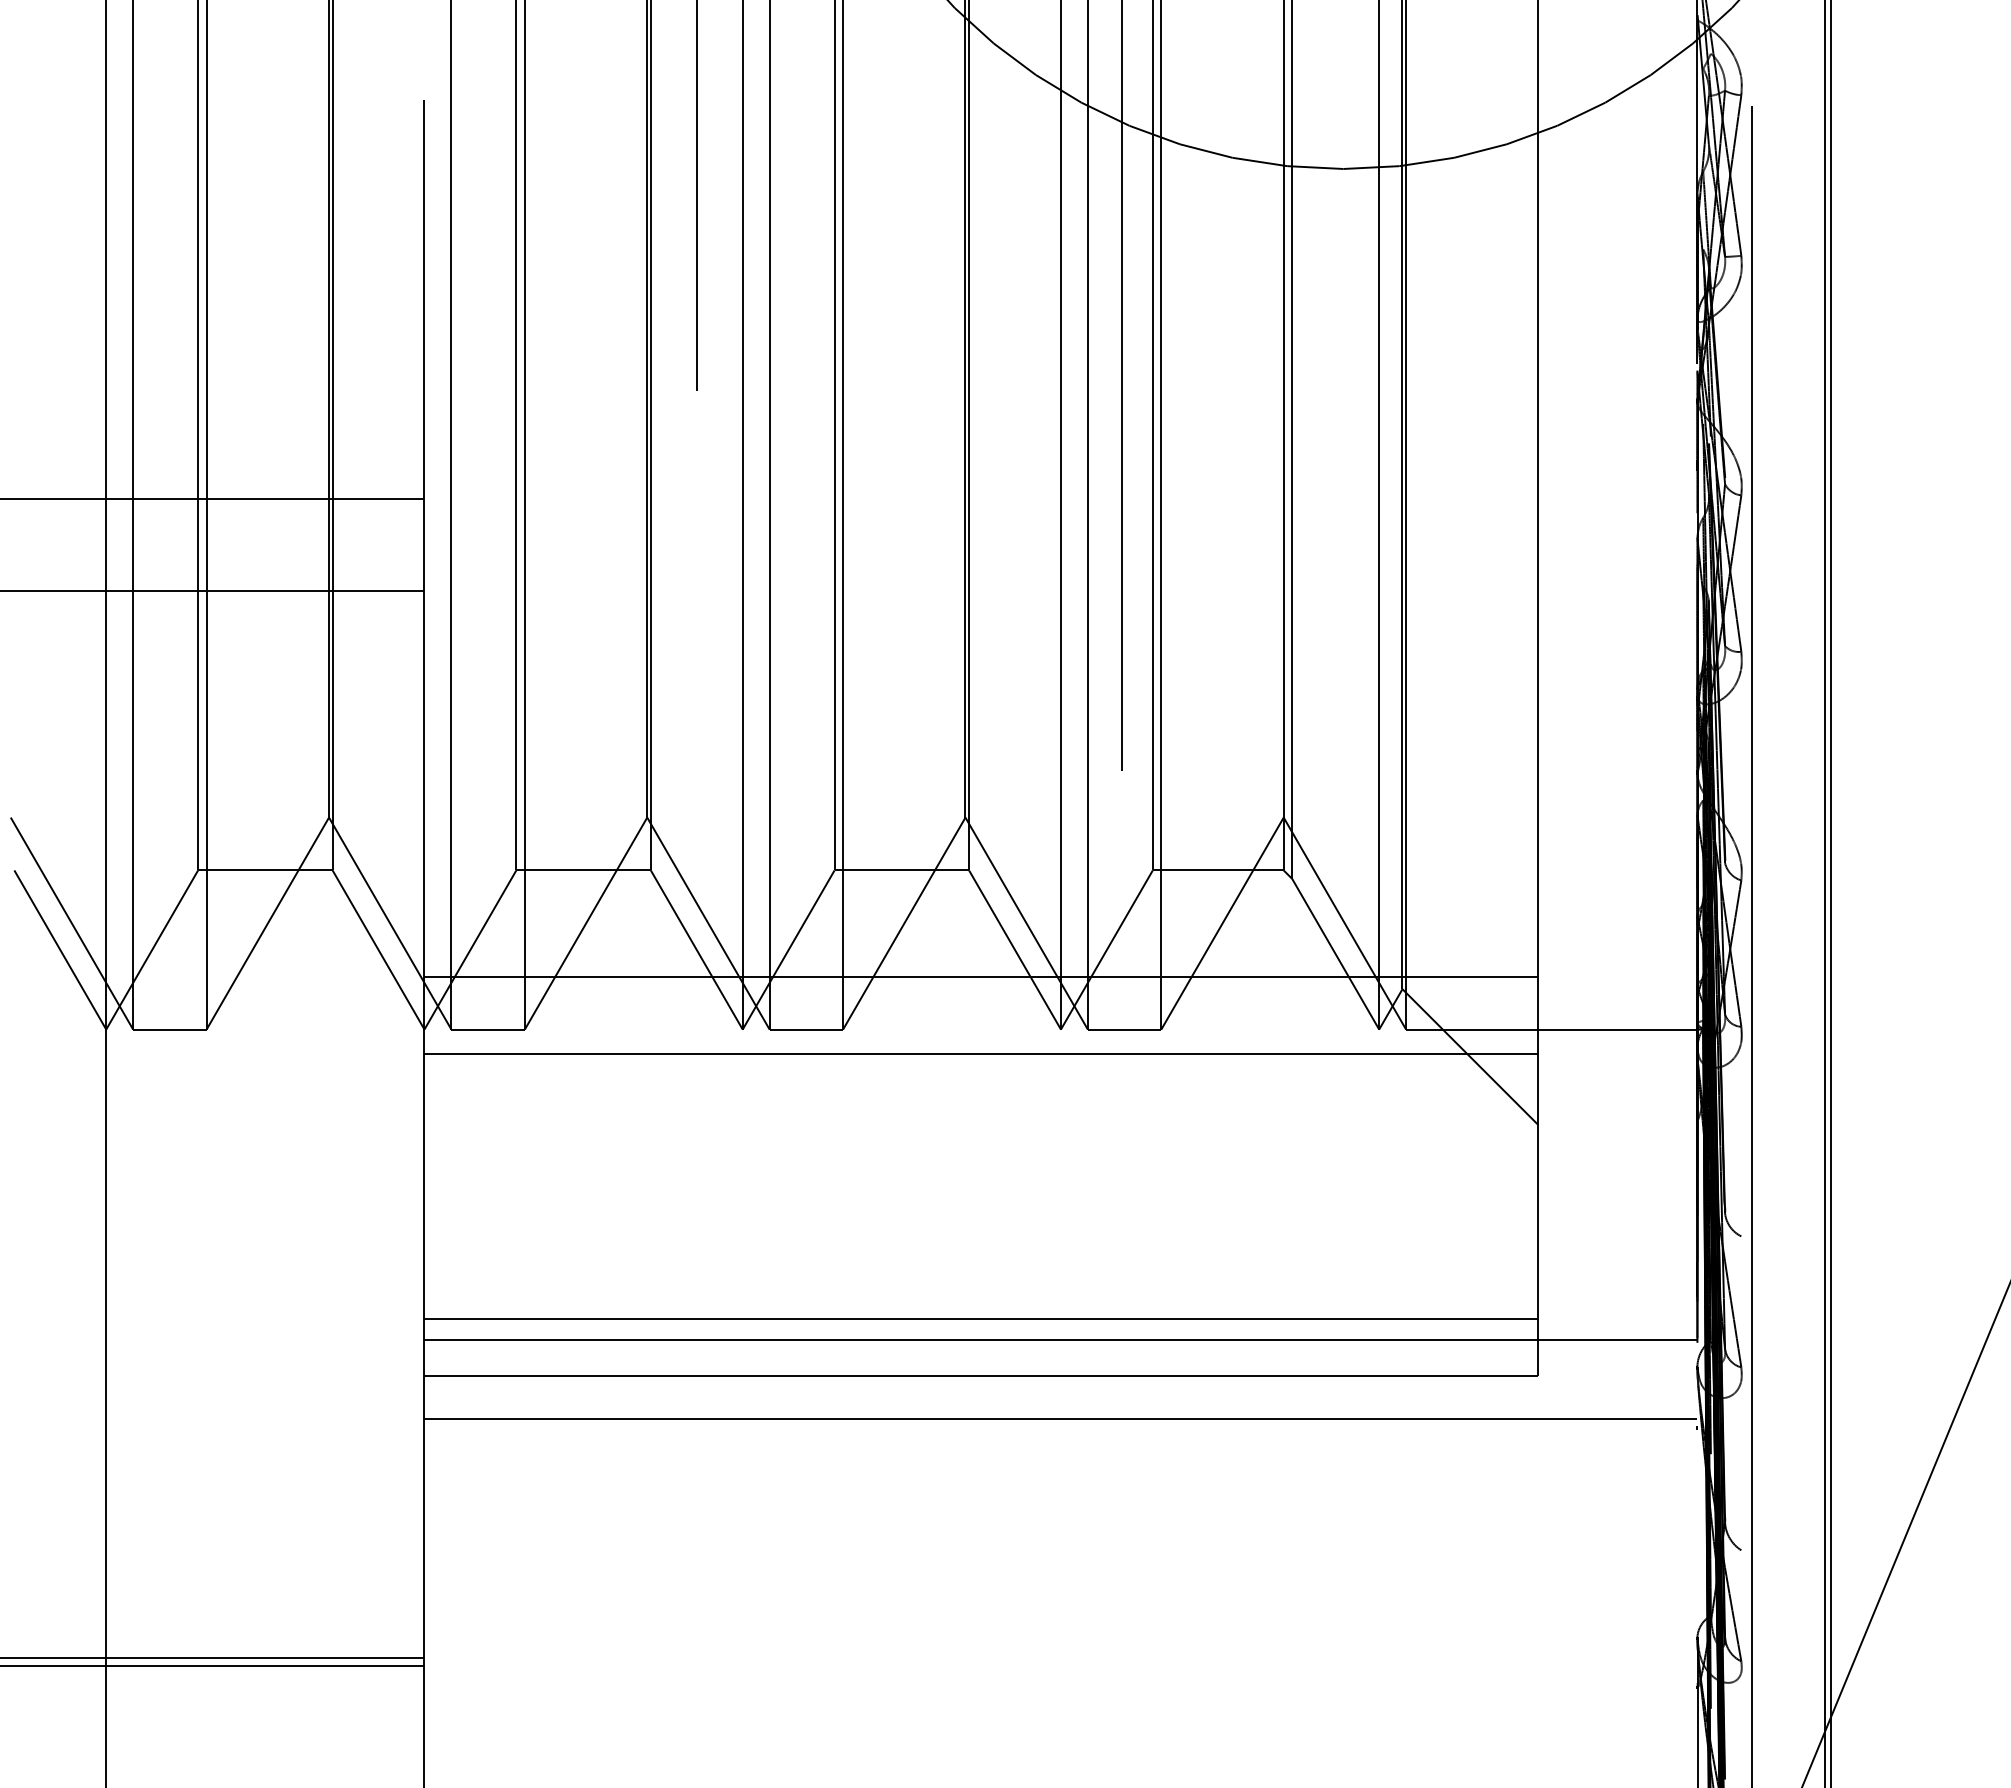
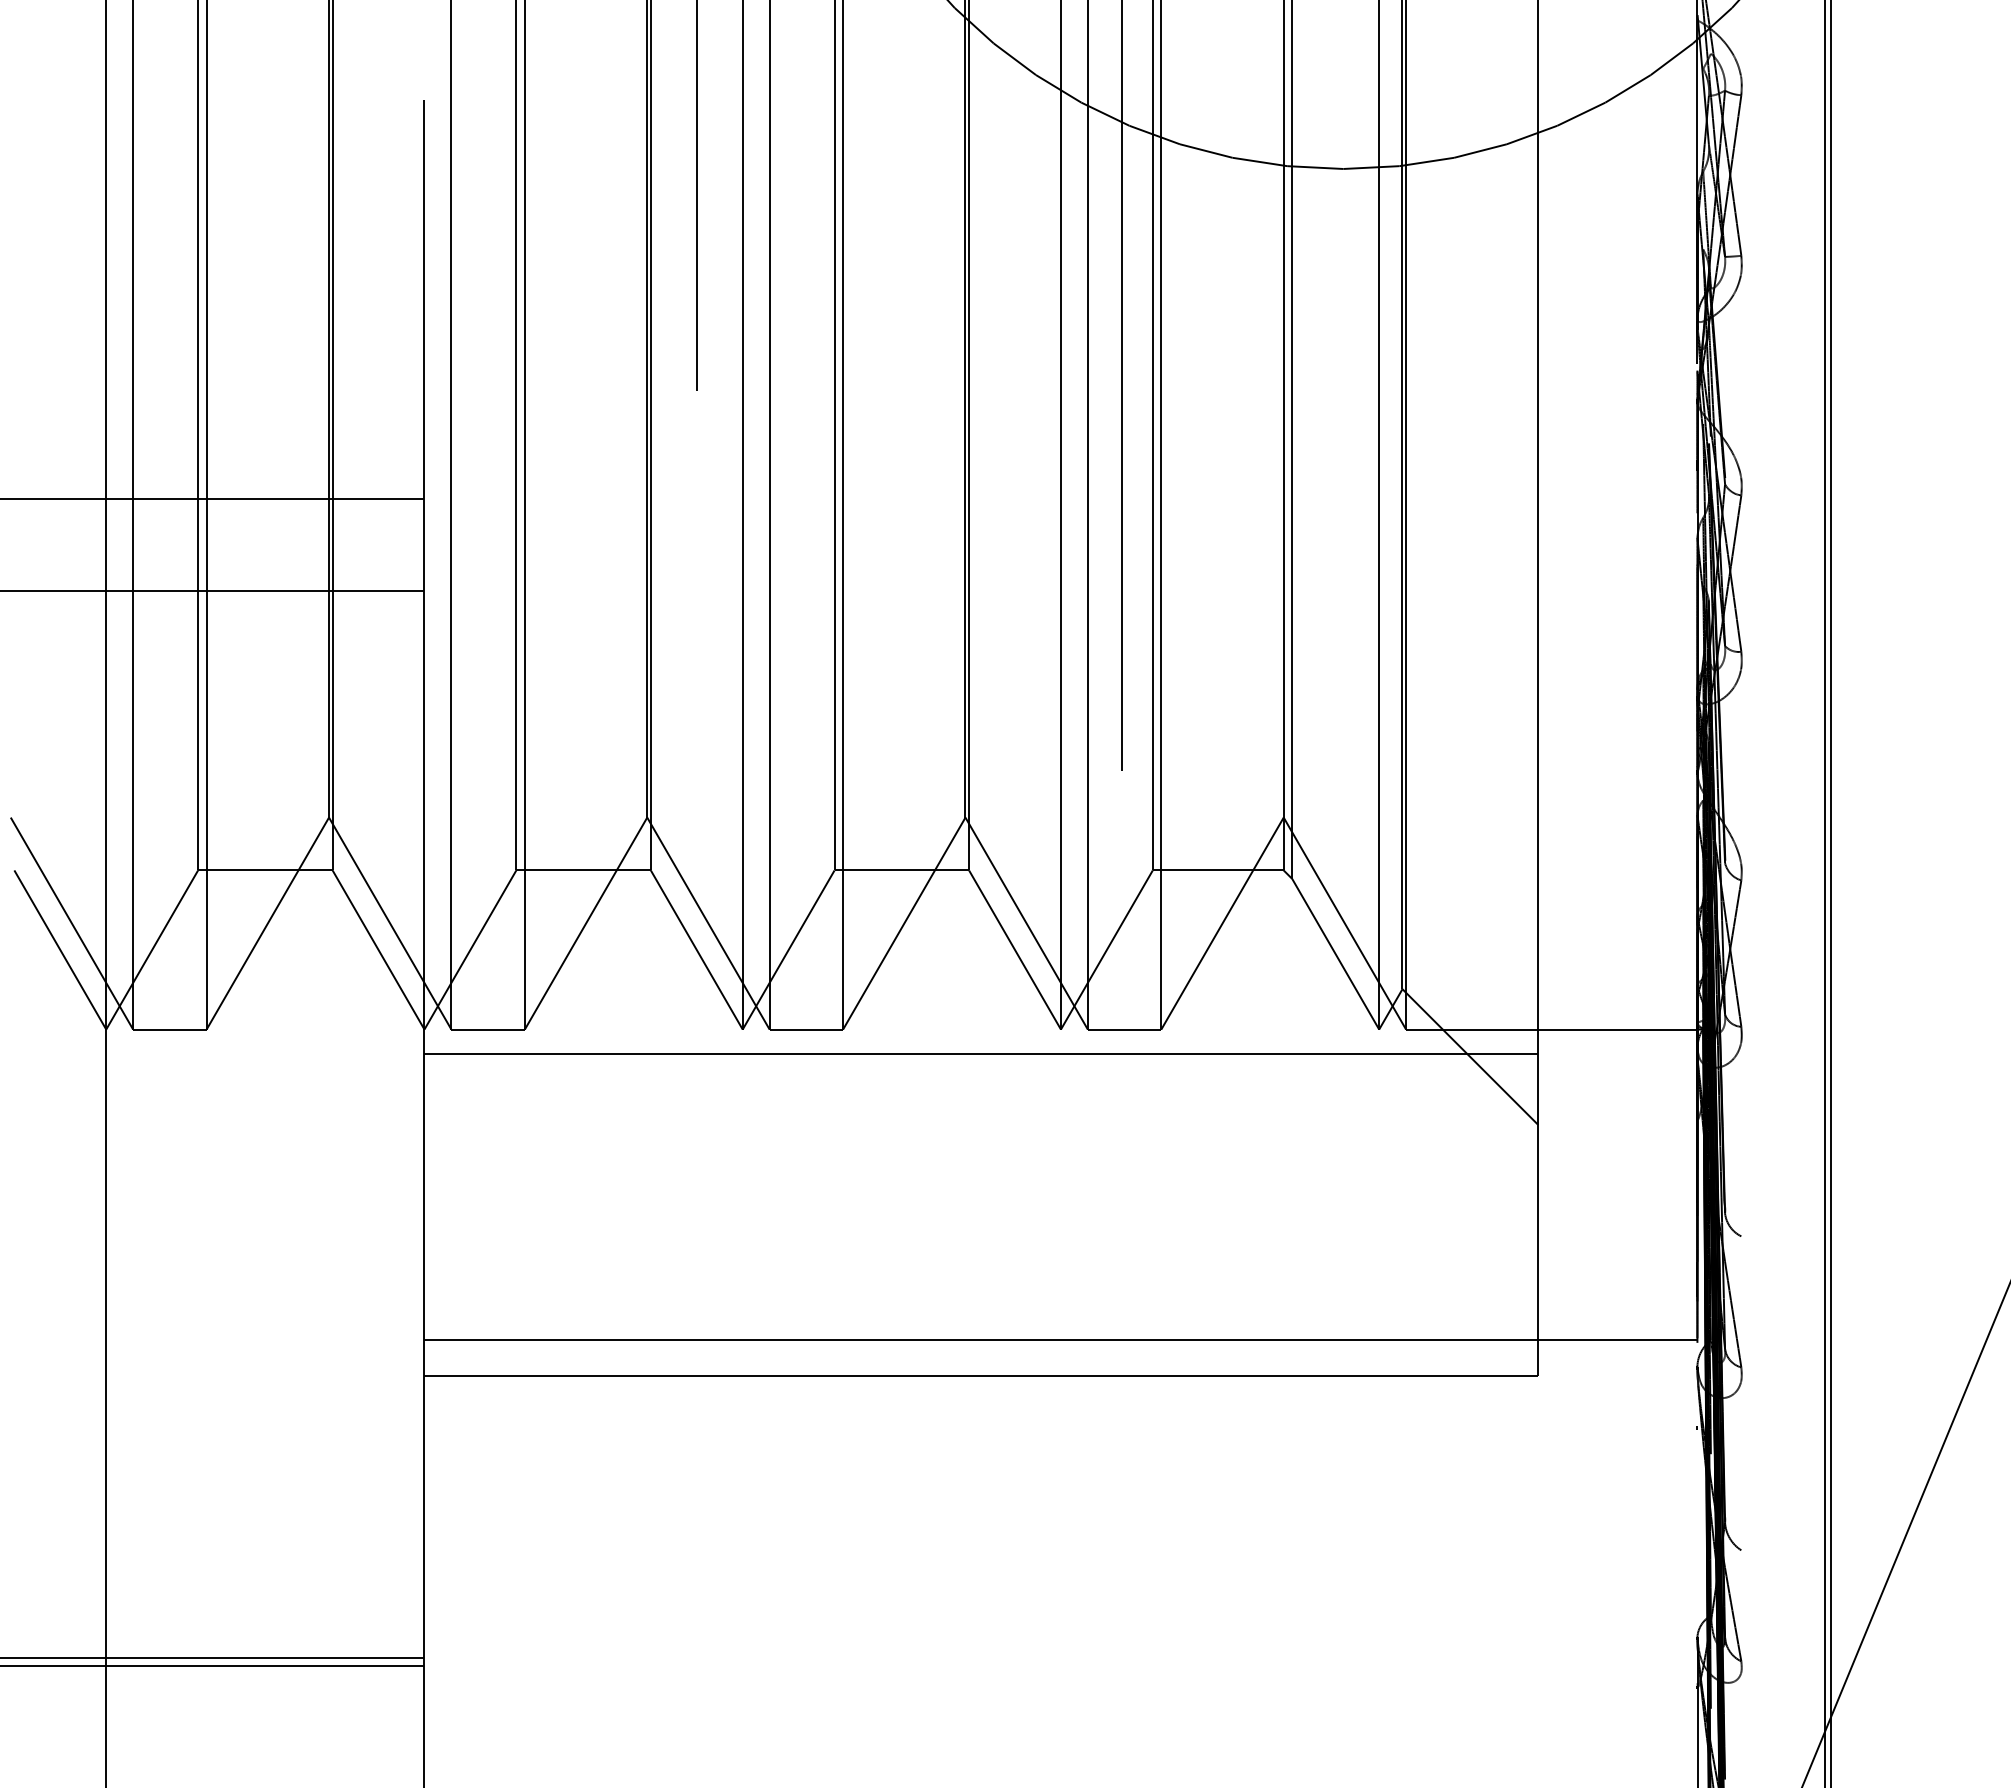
line at (1751, 893): present -> none
line at (981, 977): present -> none
line at (981, 1318): present -> none
line at (1060, 1418): present -> none
